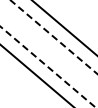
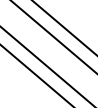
line at (54, 37): dashed -> solid
line at (47, 66): dashed -> solid
